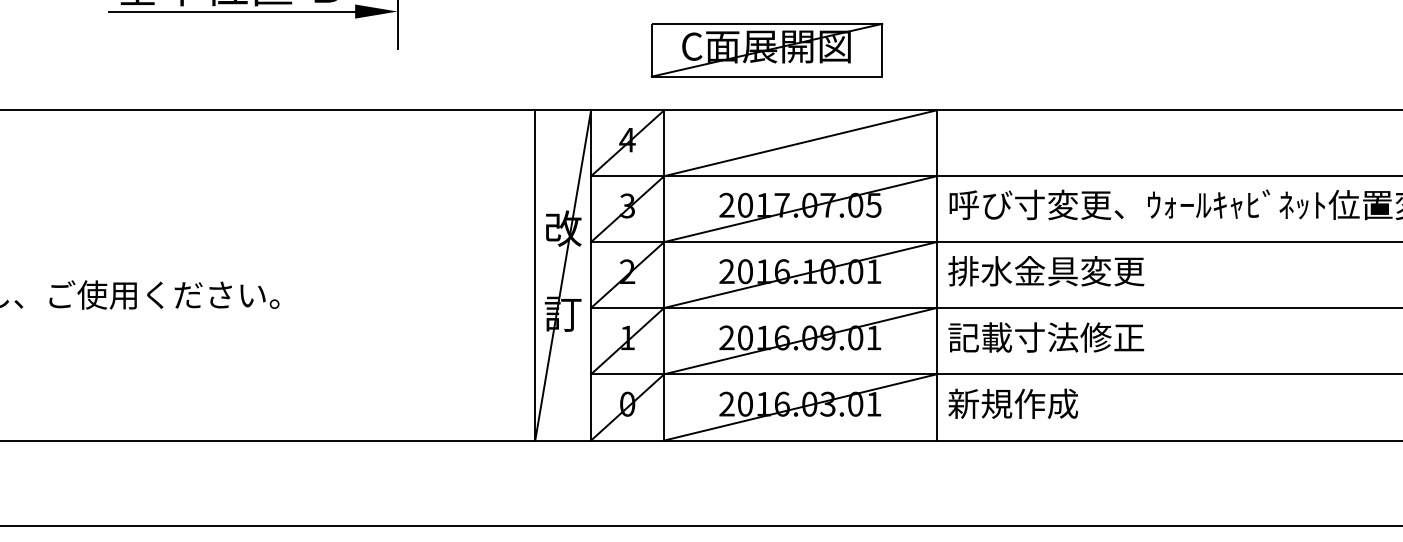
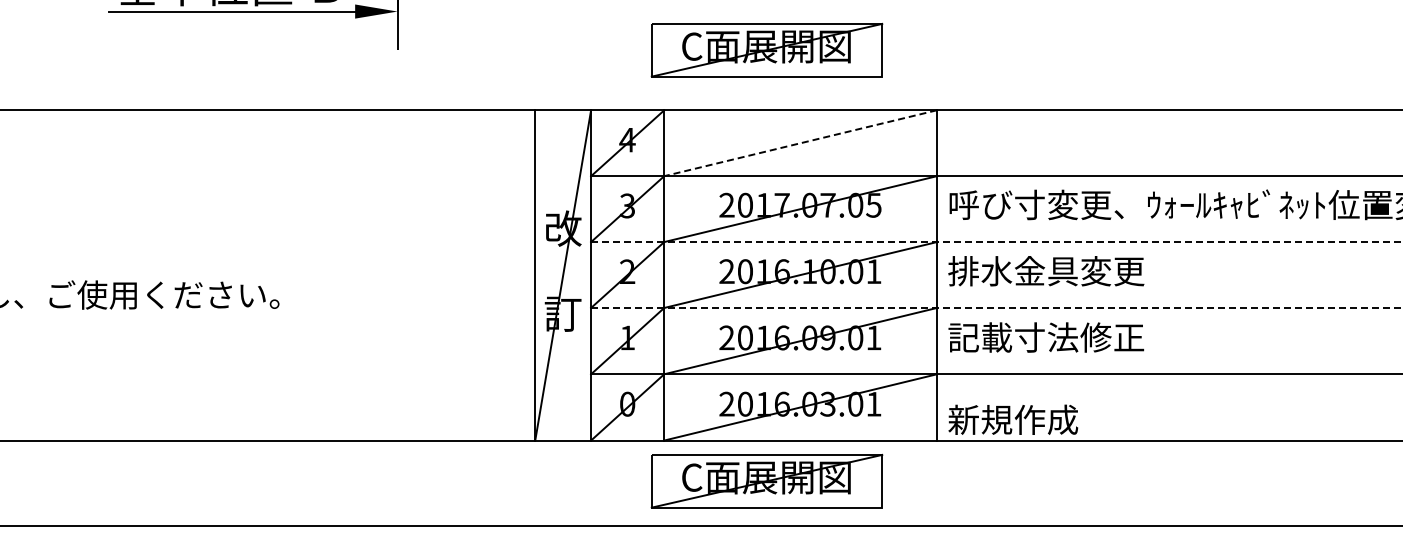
line at (800, 143): solid -> dashed
line at (997, 242): solid -> dashed
line at (997, 307): solid -> dashed
text at (1013, 403) position: (1013, 403) -> (1013, 419)
part at (766, 480): none -> present
